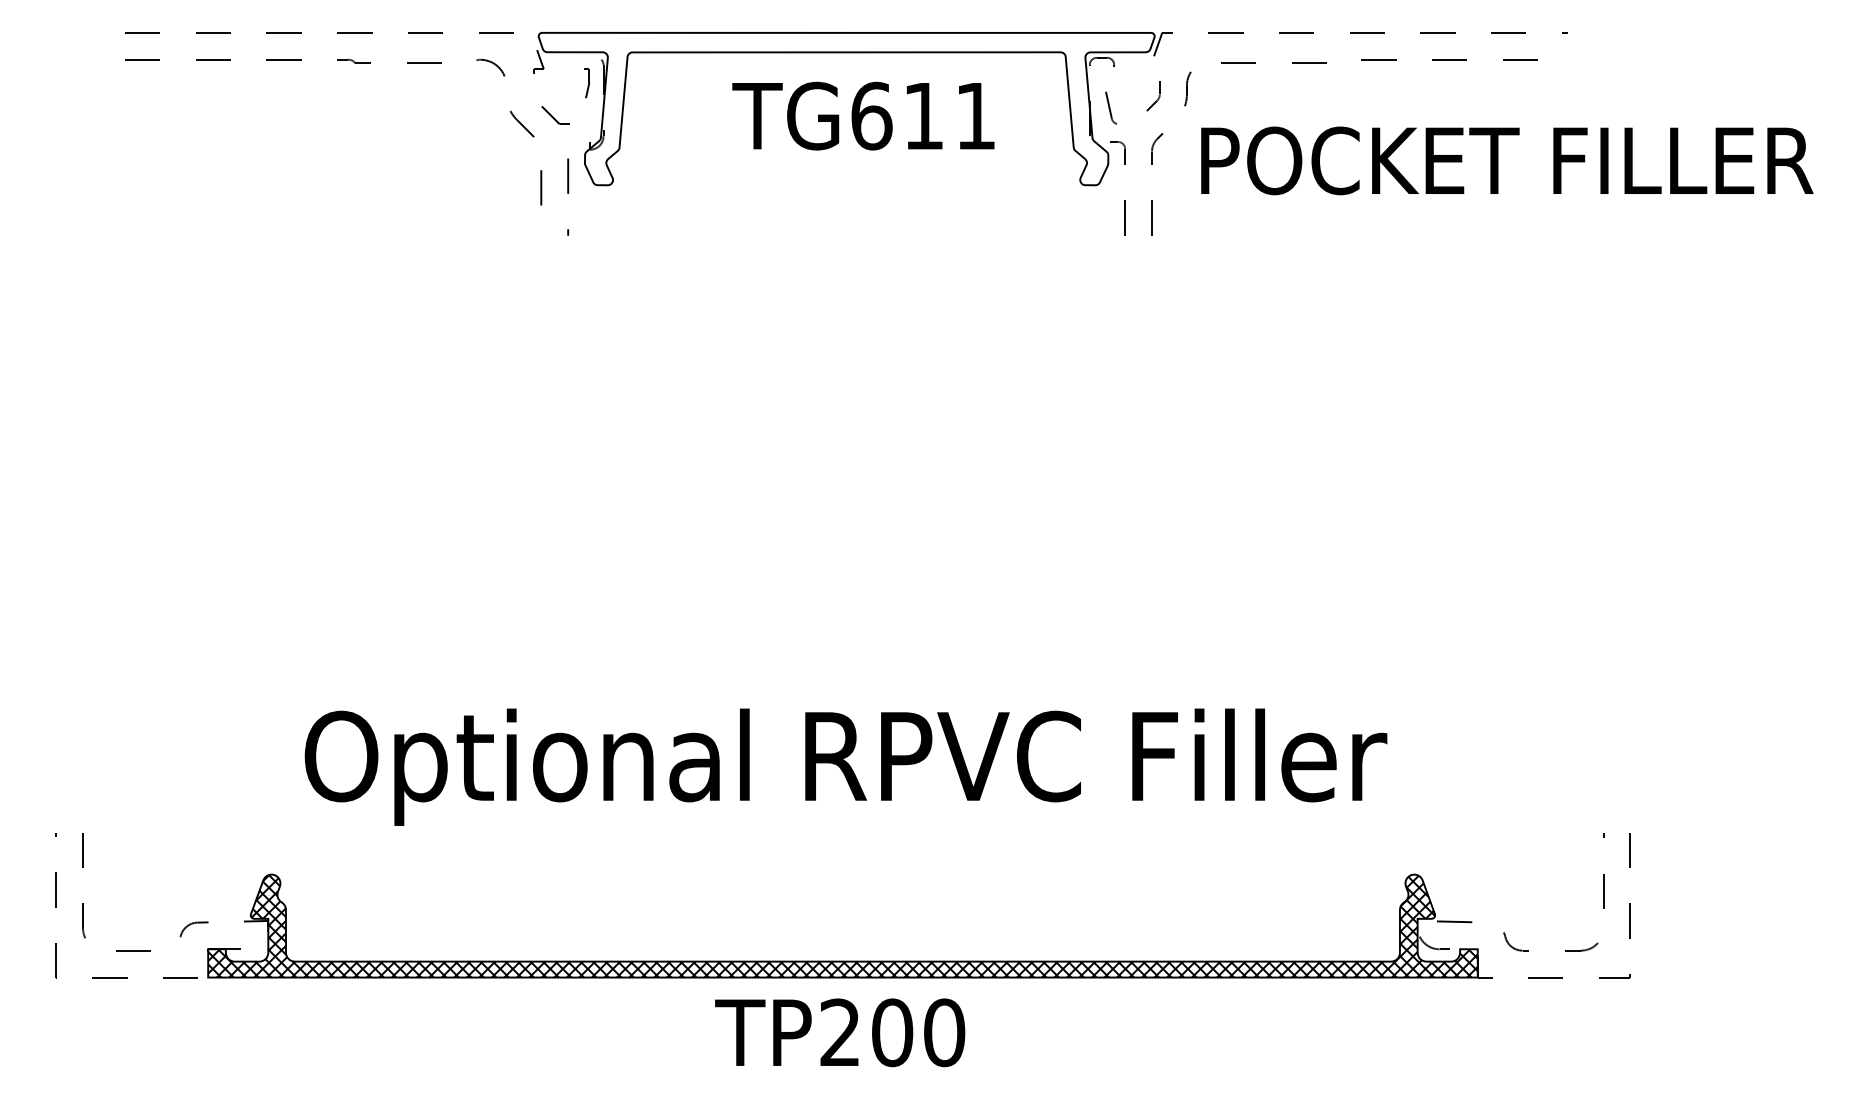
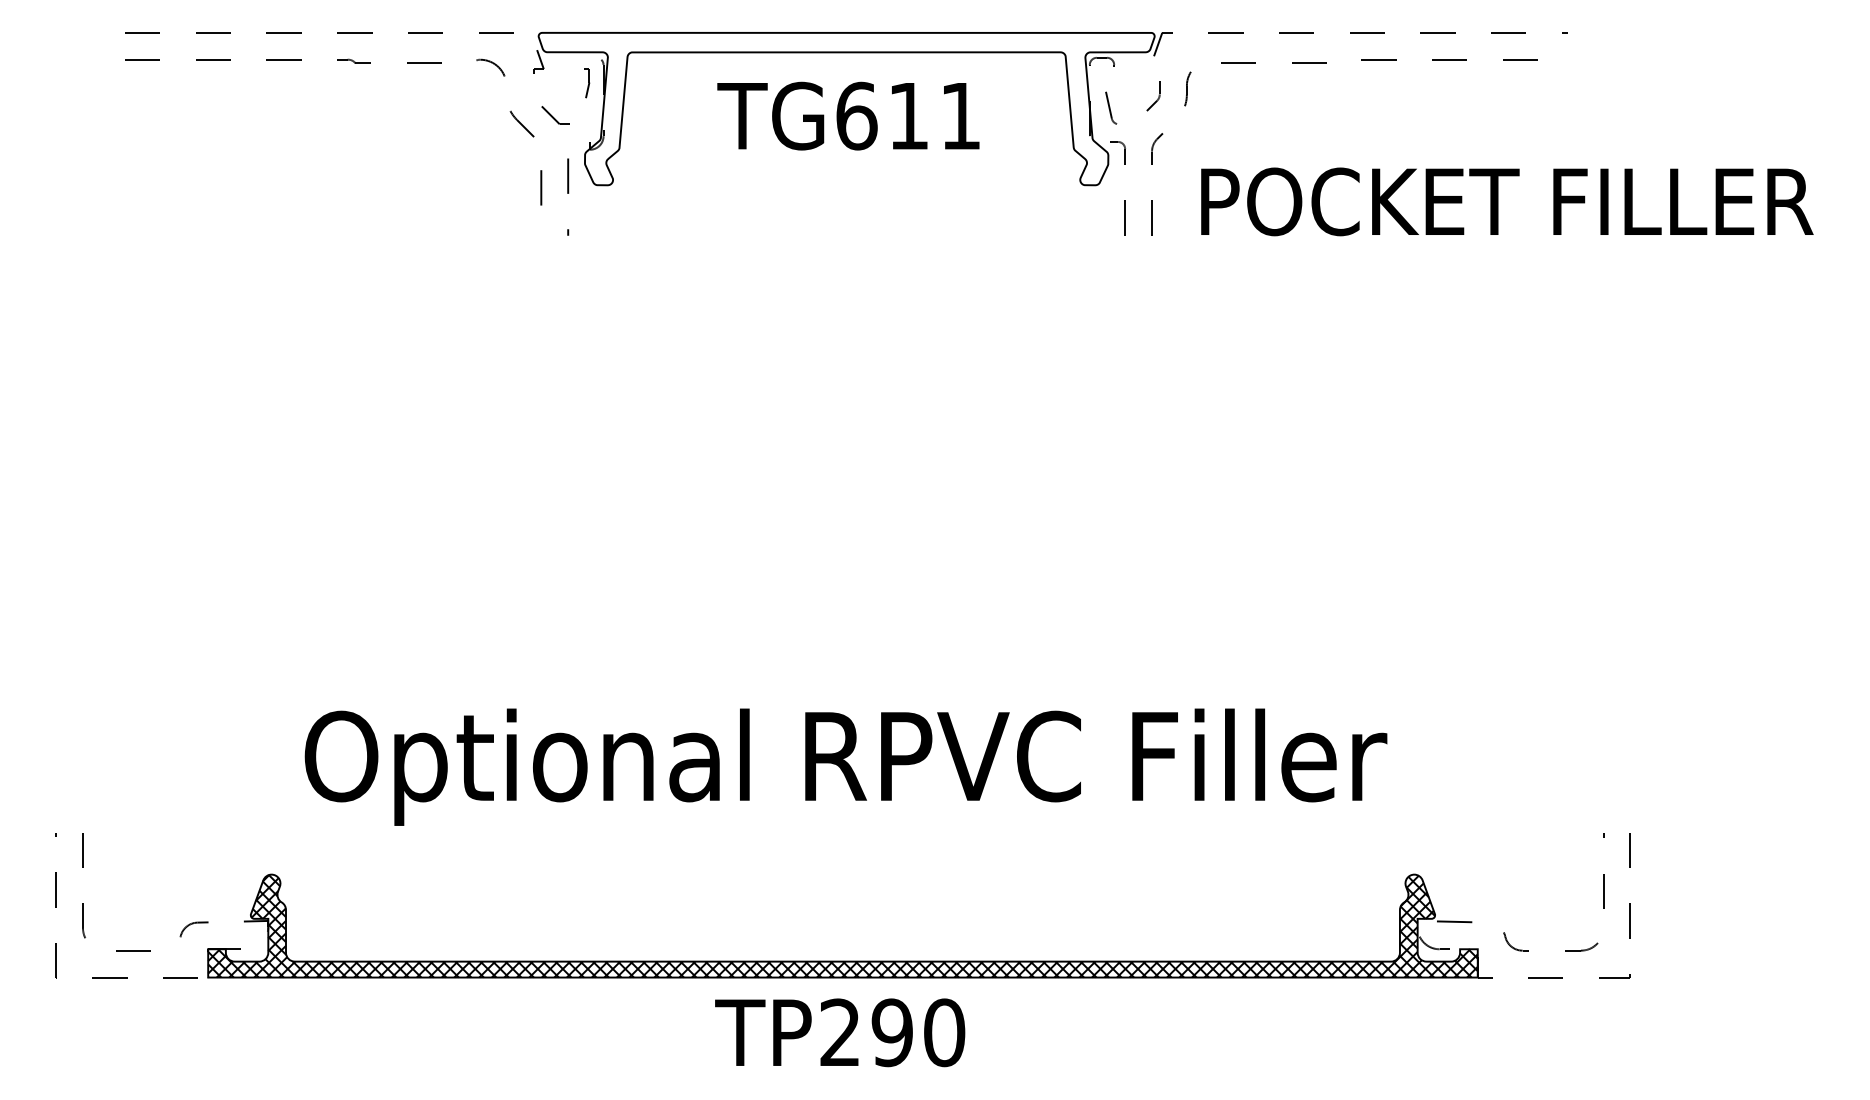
text at (863, 115) position: (863, 115) -> (848, 115)
text at (1507, 160) position: (1507, 160) -> (1507, 201)
text at (892, 1032): TP200 -> TP290
